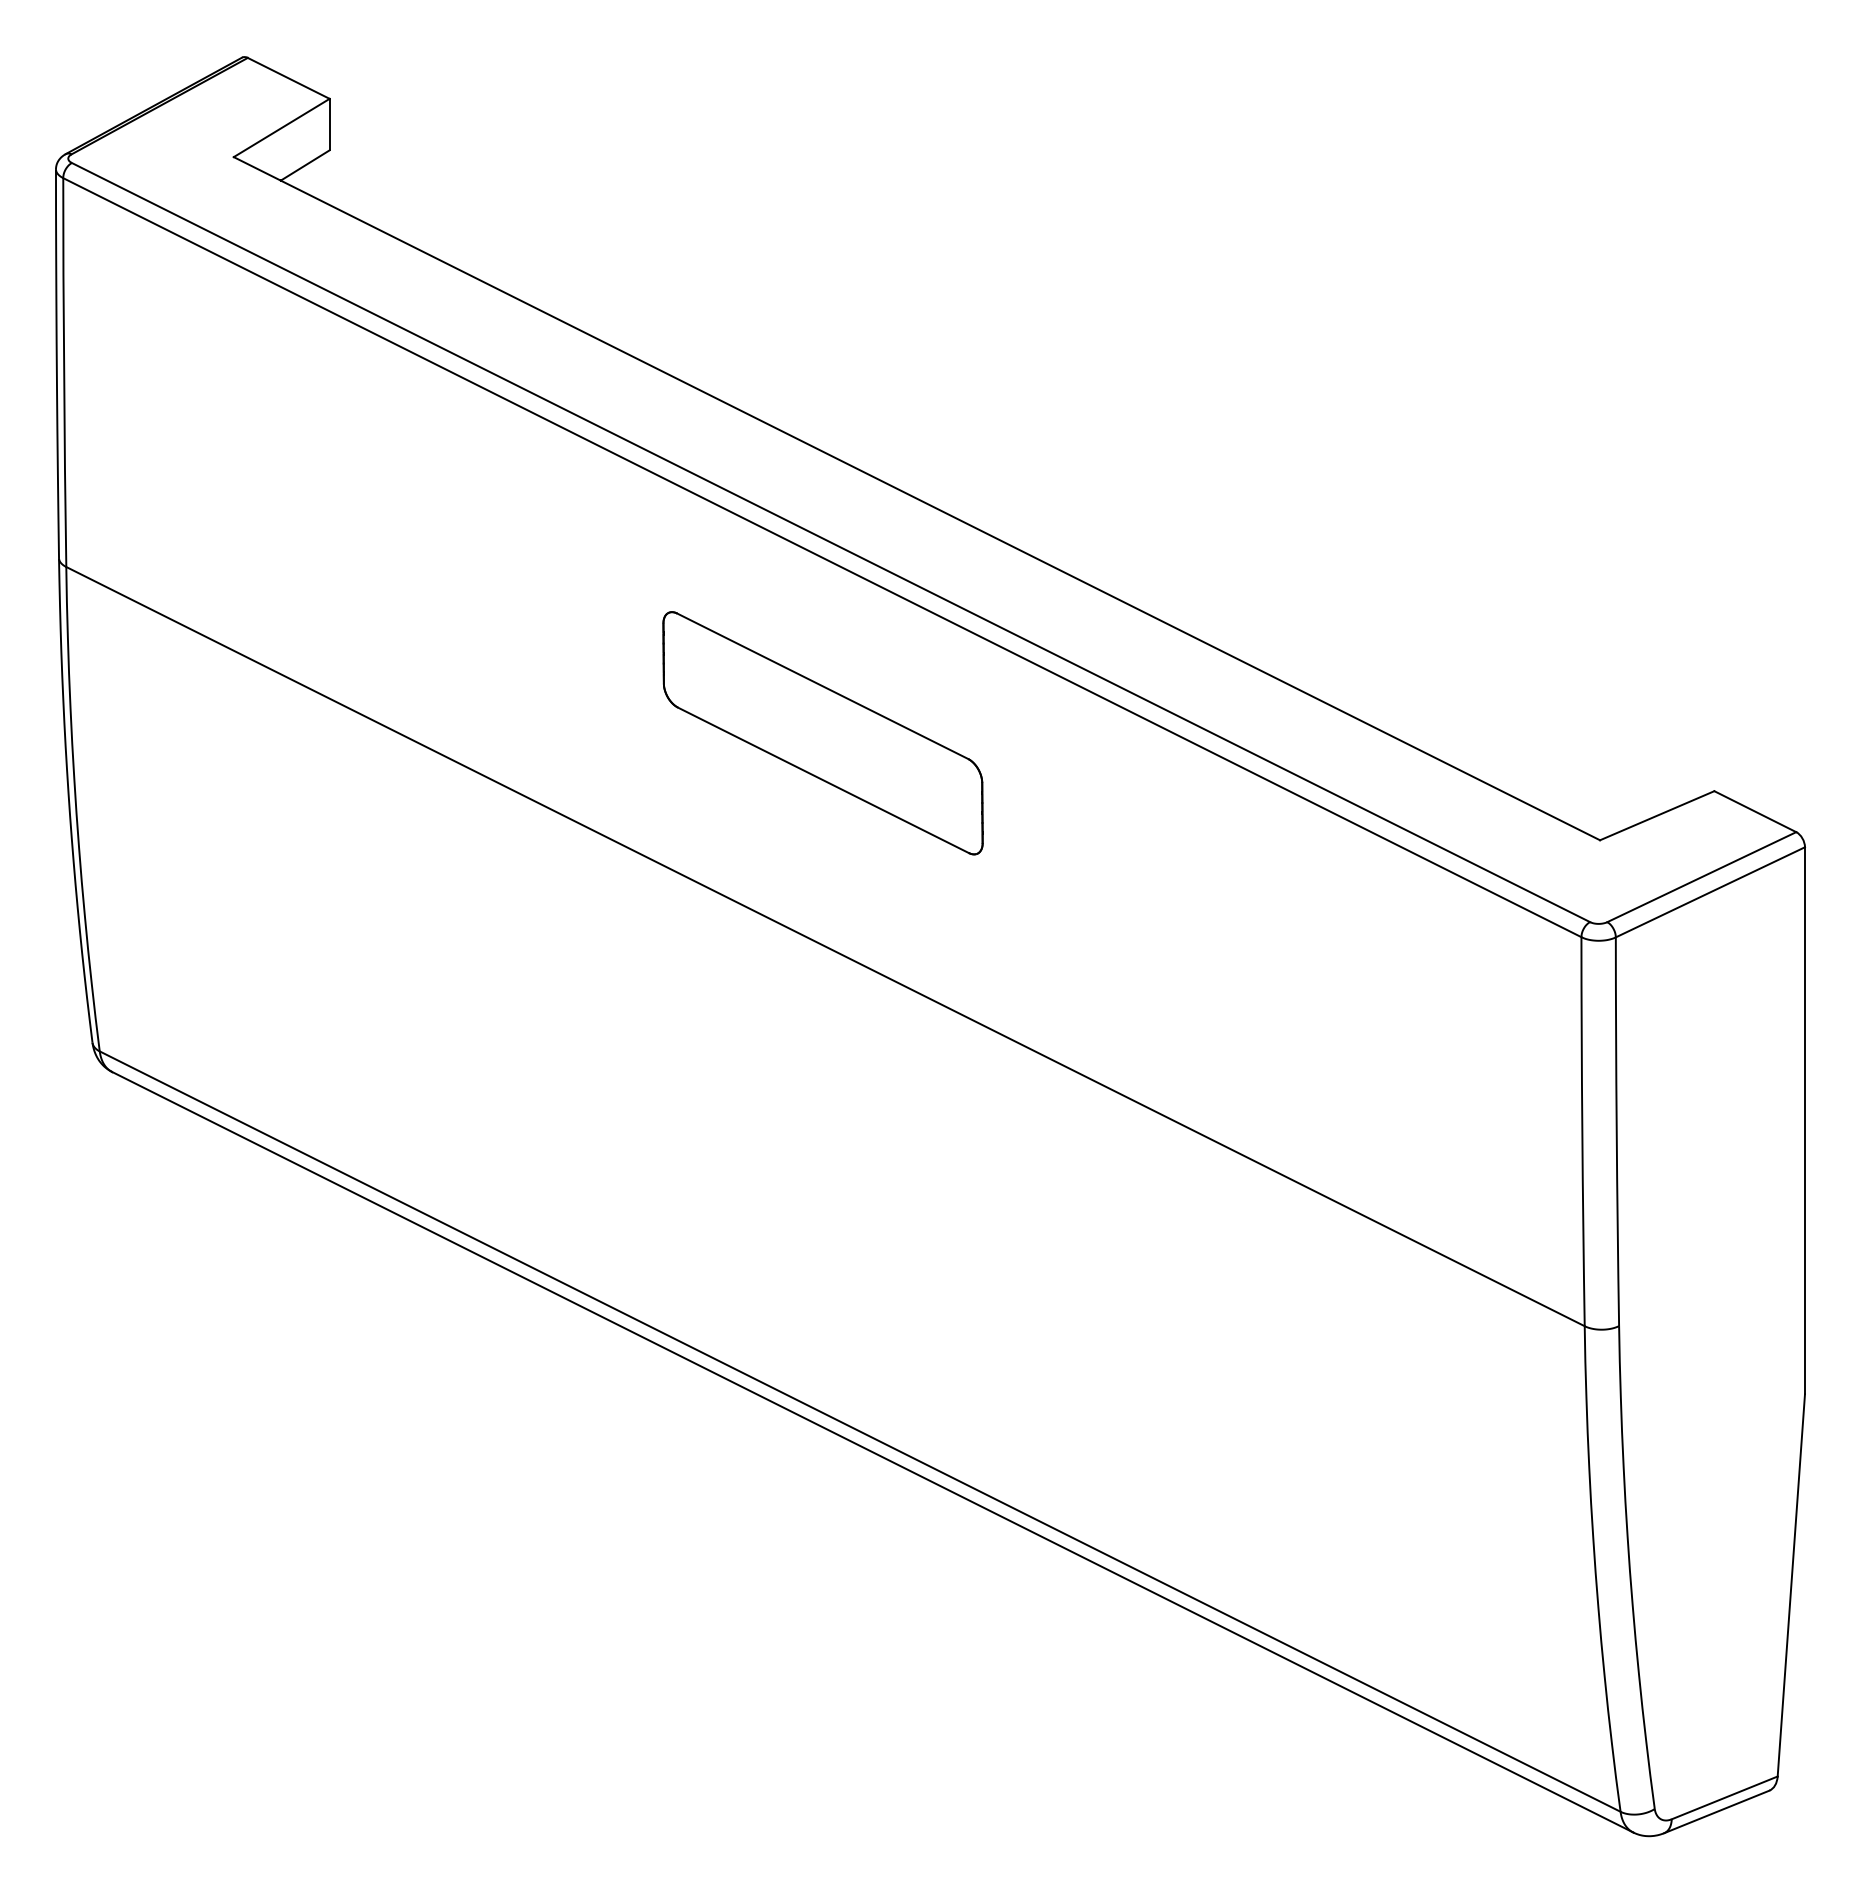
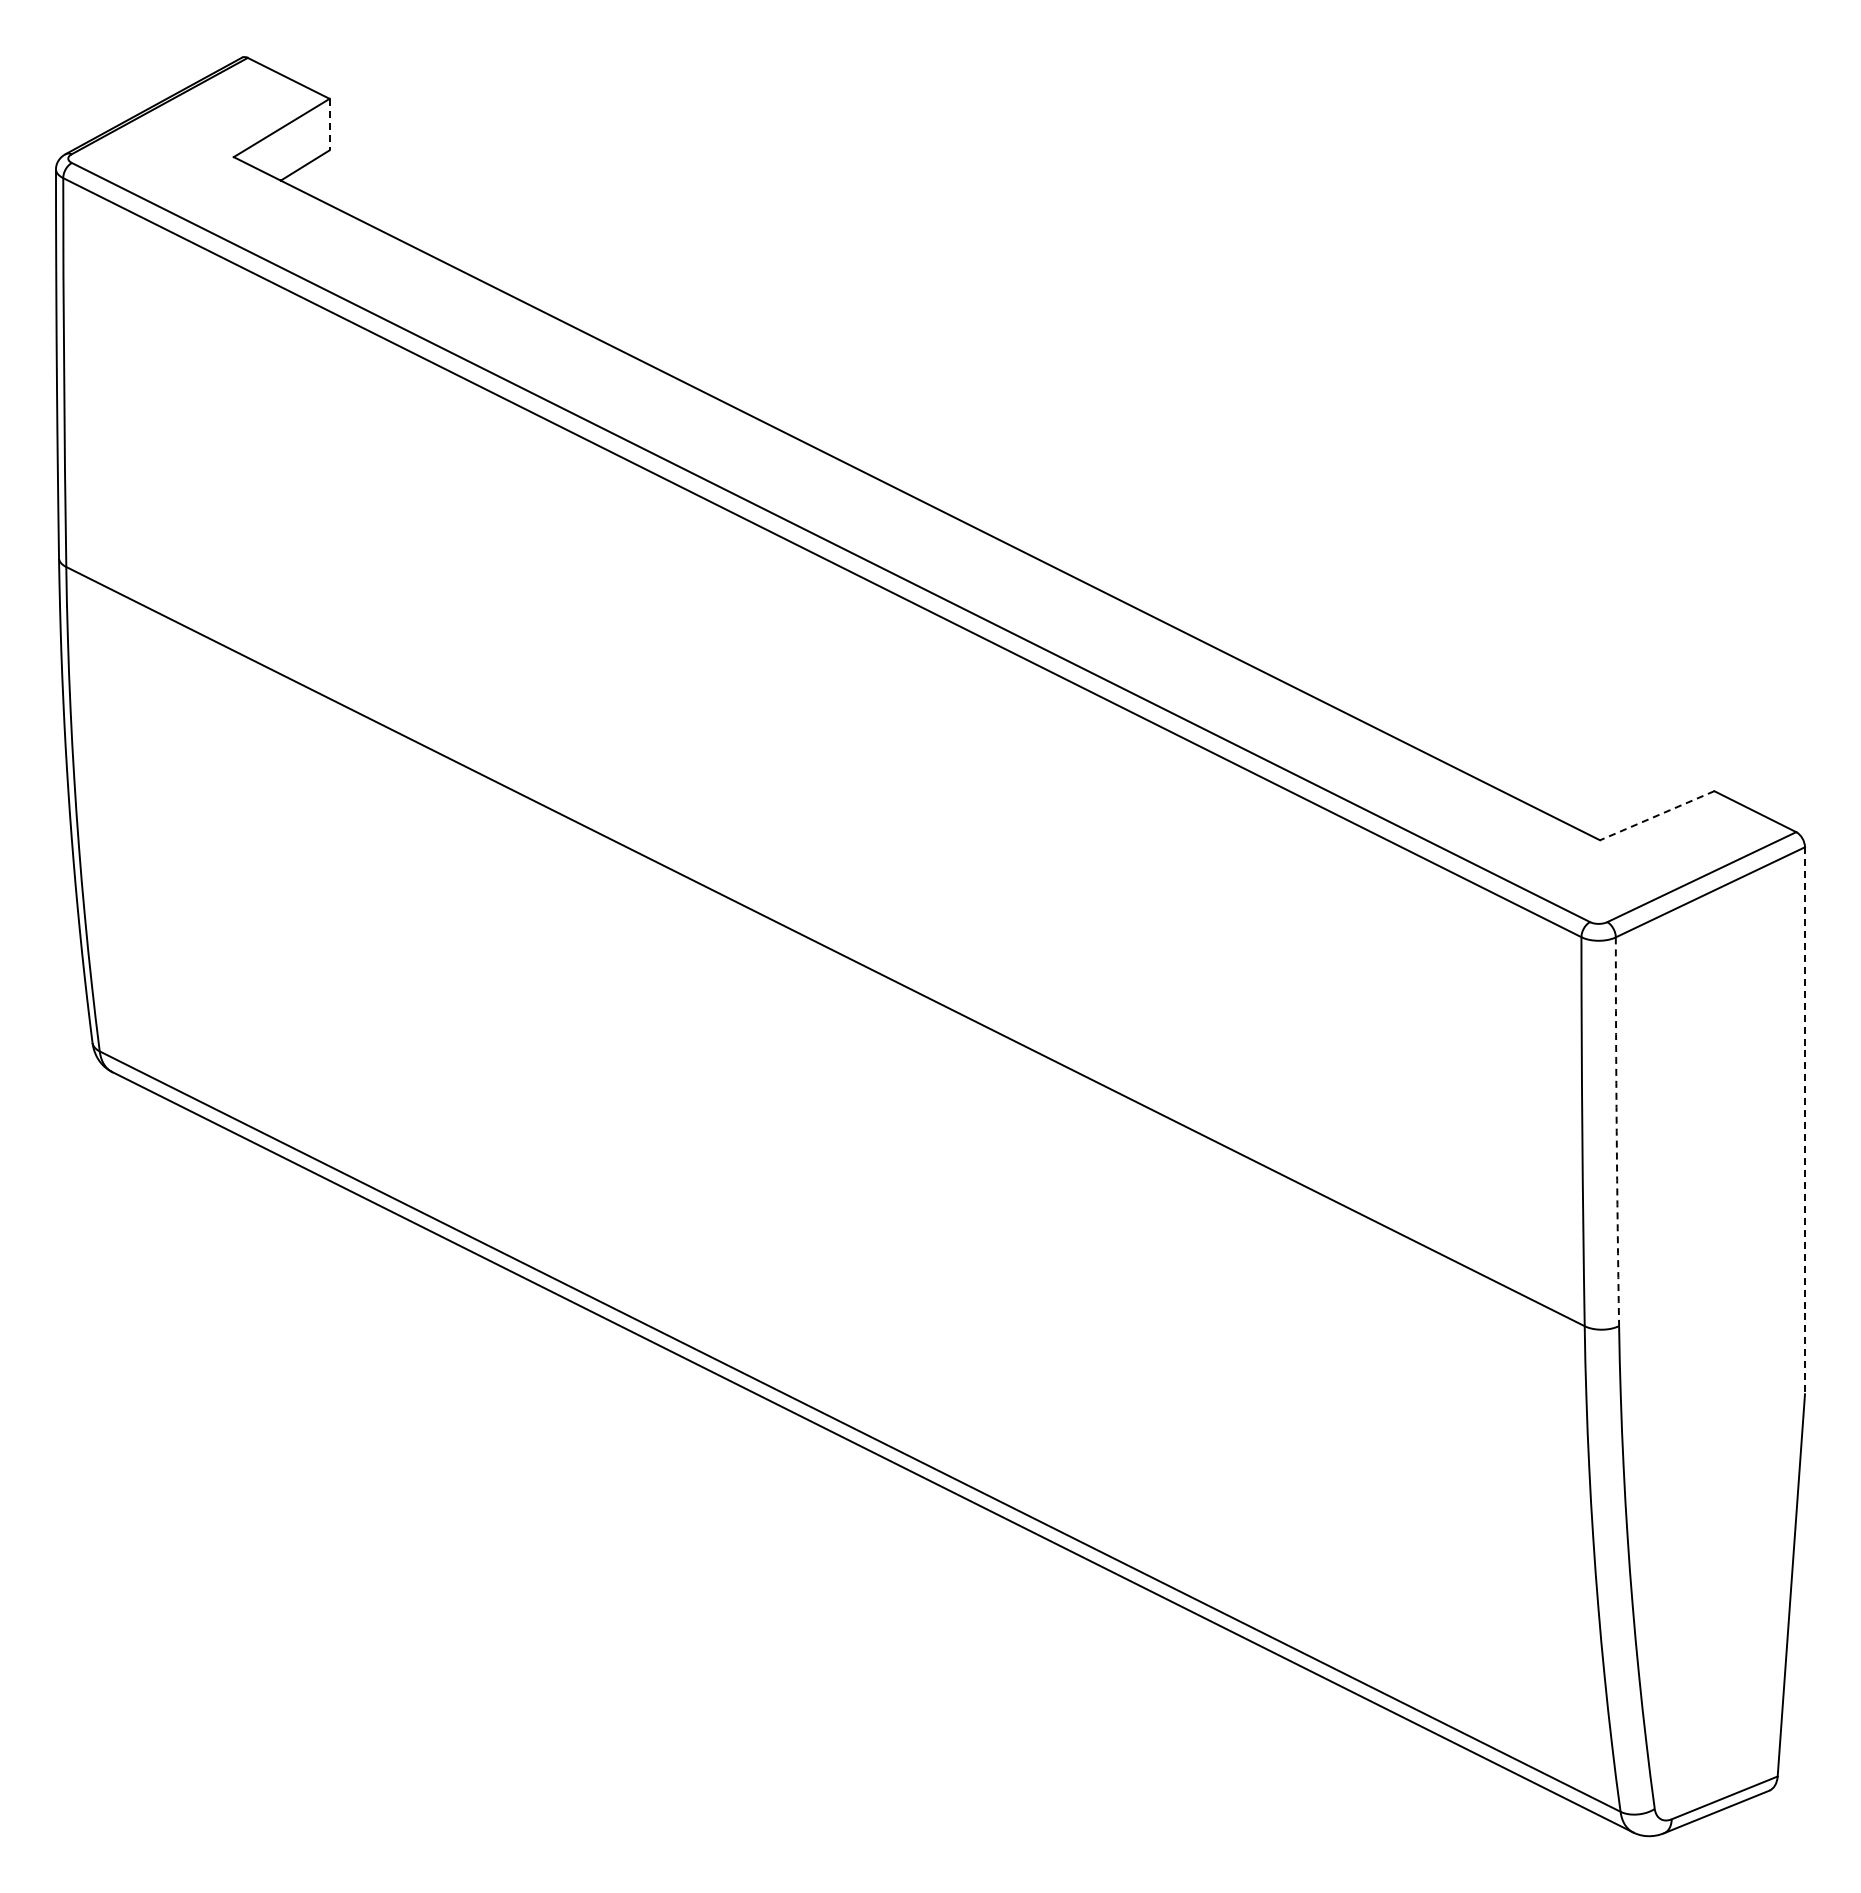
line at (329, 124): solid -> dashed
part at (822, 733): present -> none
line at (1656, 815): solid -> dashed
line at (1804, 1120): solid -> dashed
arc at (1616, 1131): solid -> dashed
